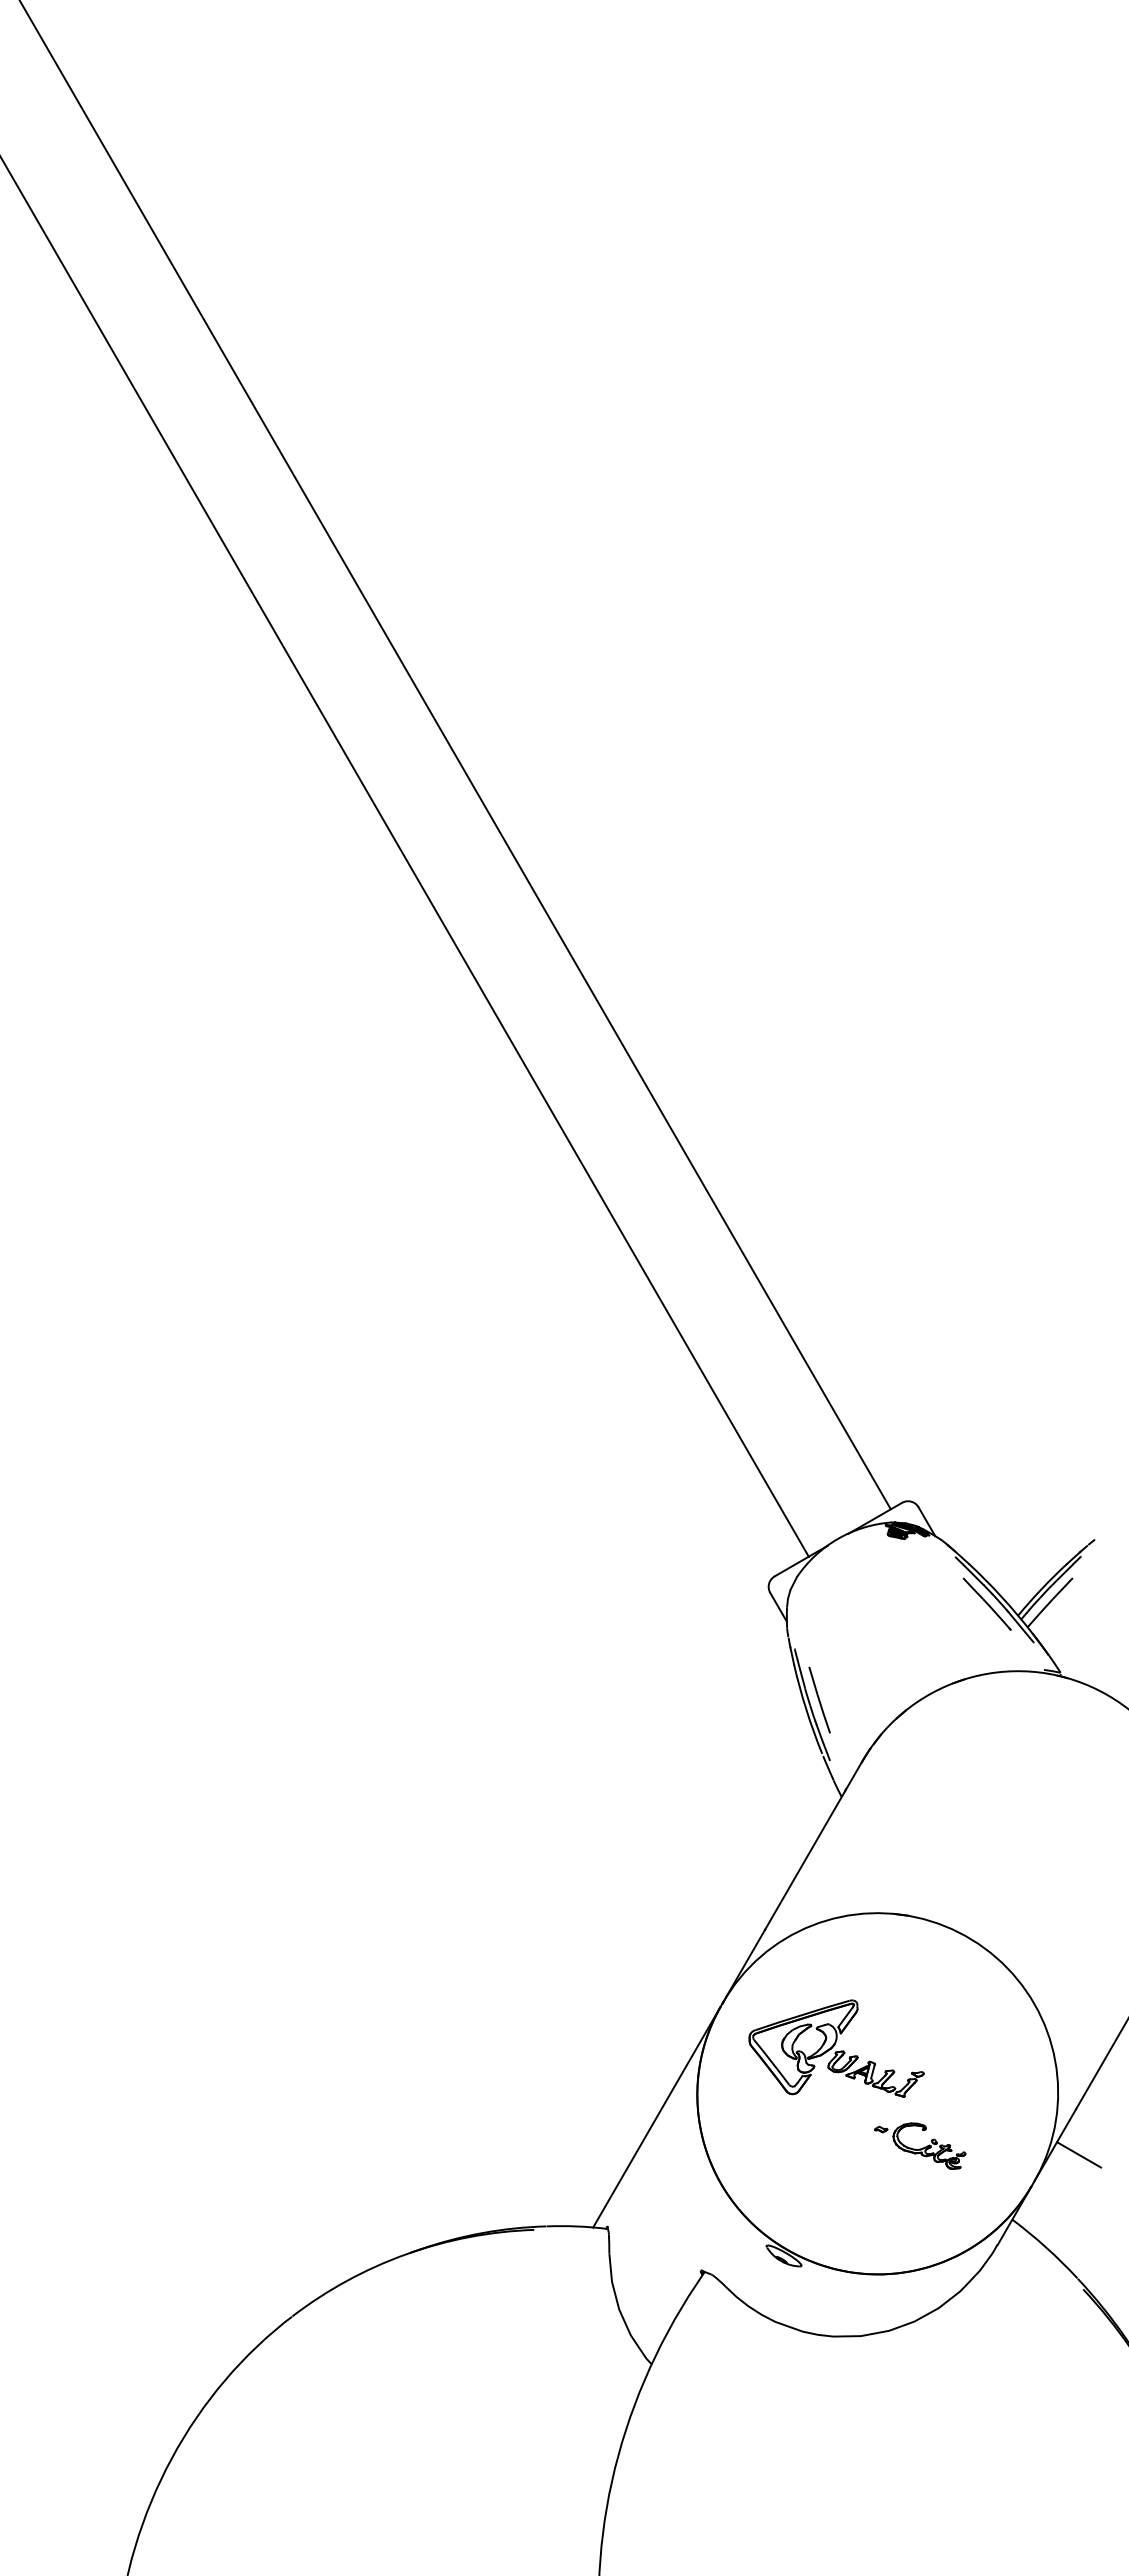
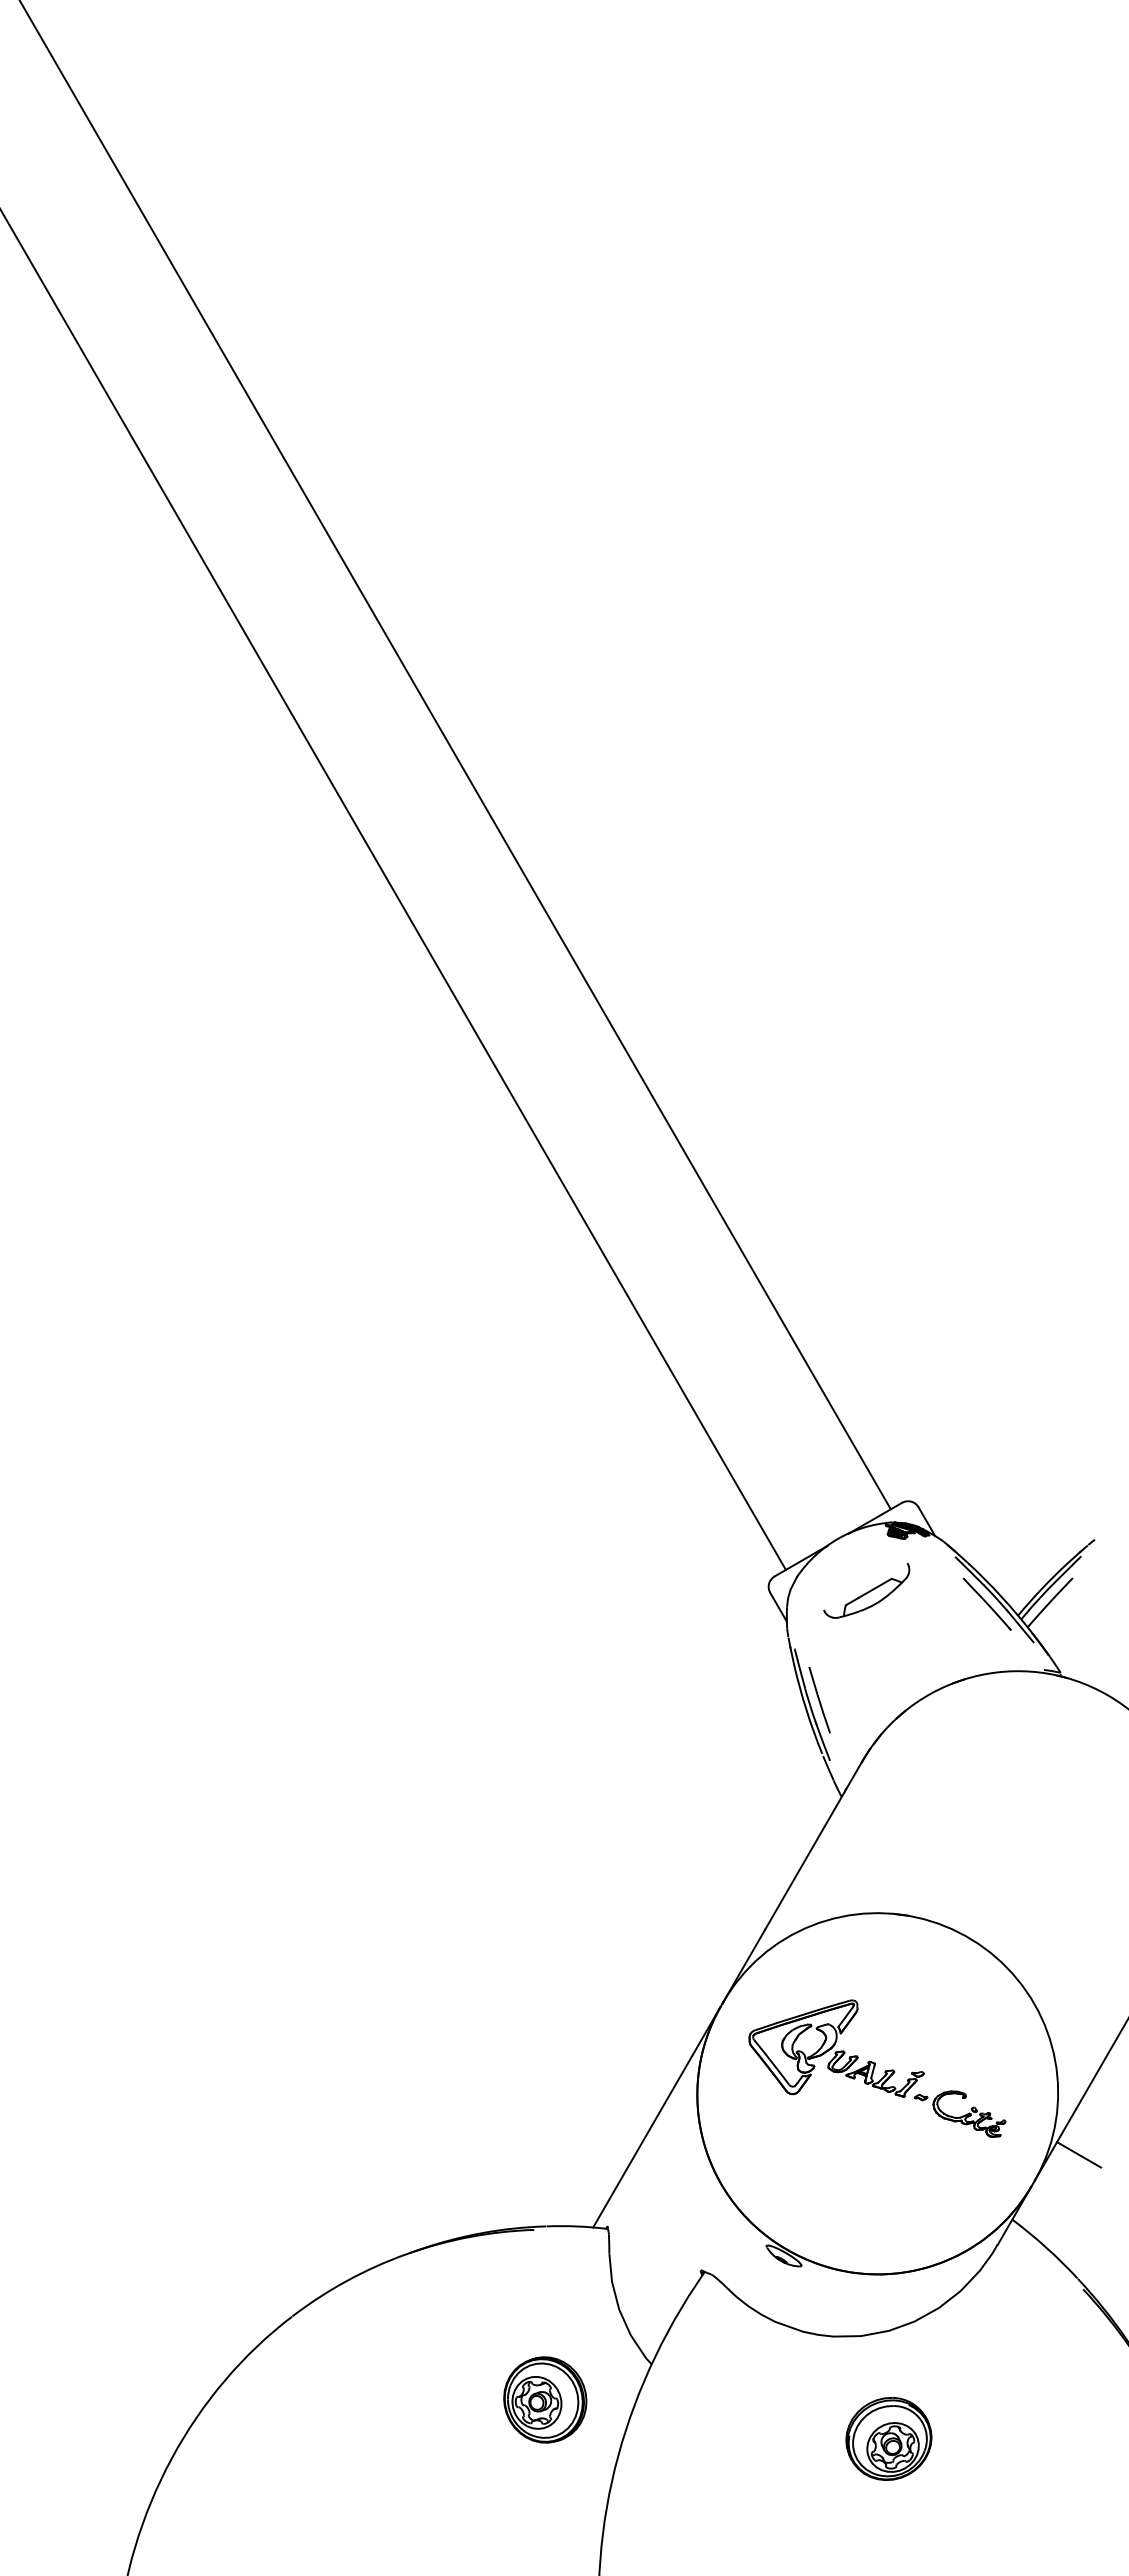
line at (405, 857) position: (405, 857) -> (393, 890)
part at (866, 1590): none -> present
part at (920, 2145) position: (920, 2145) -> (960, 2113)
part at (545, 2399): none -> present
part at (888, 2438): none -> present
